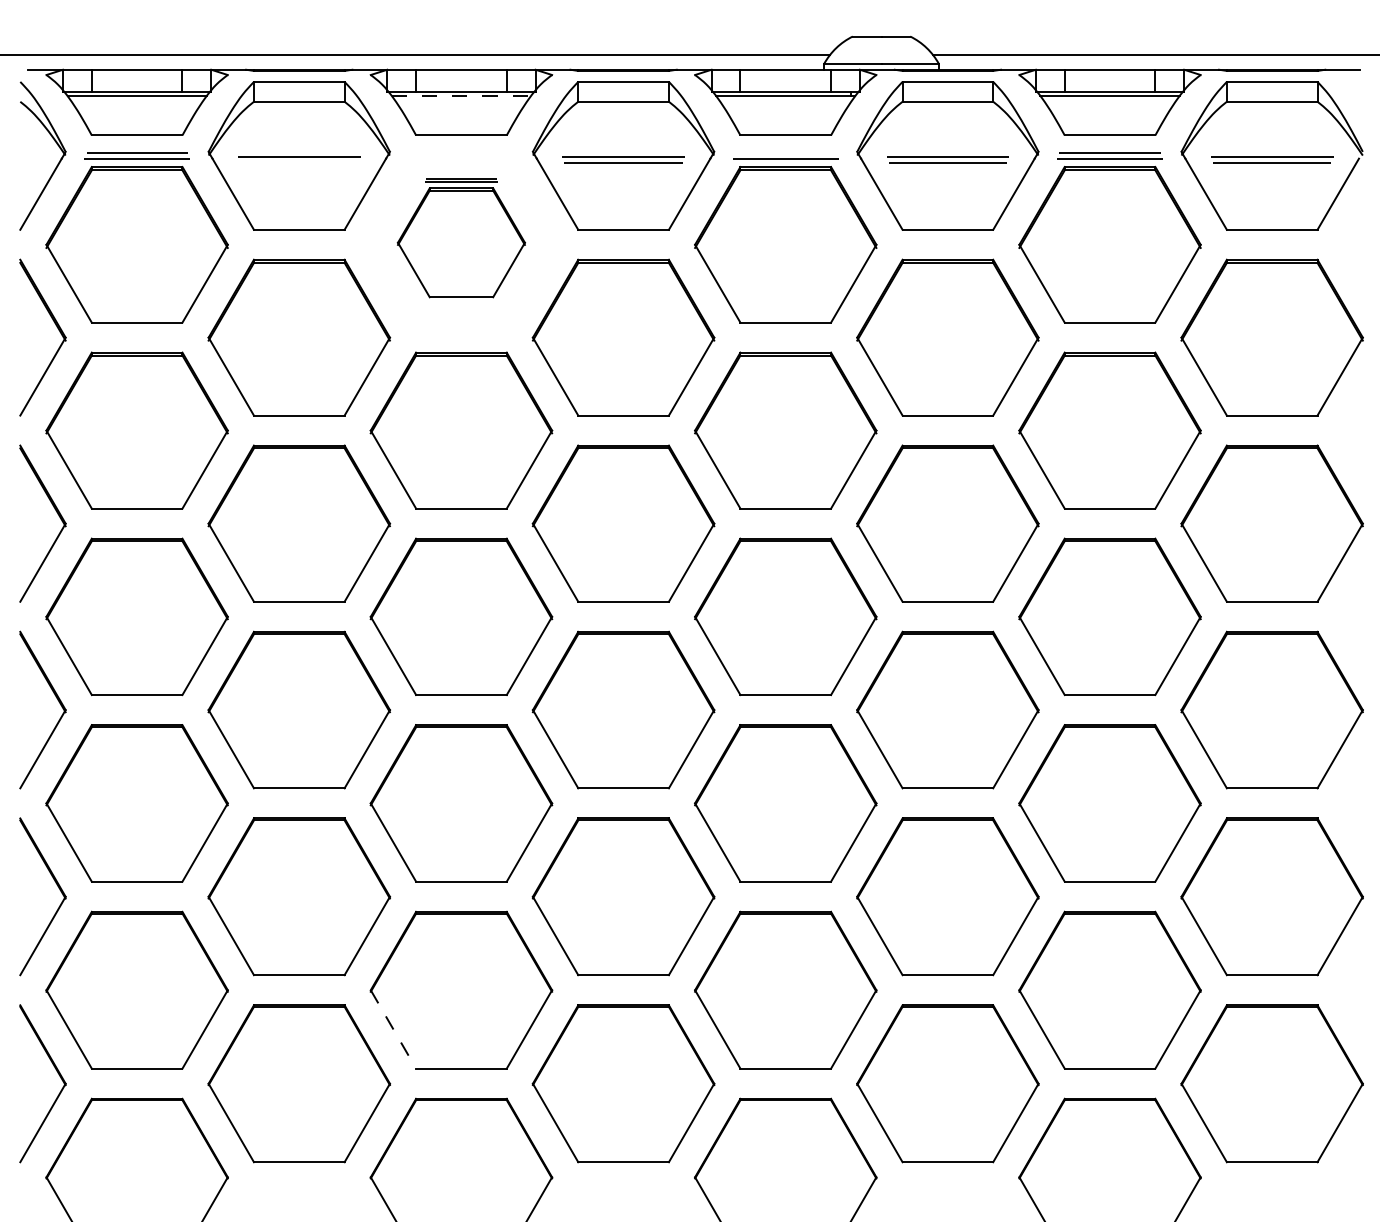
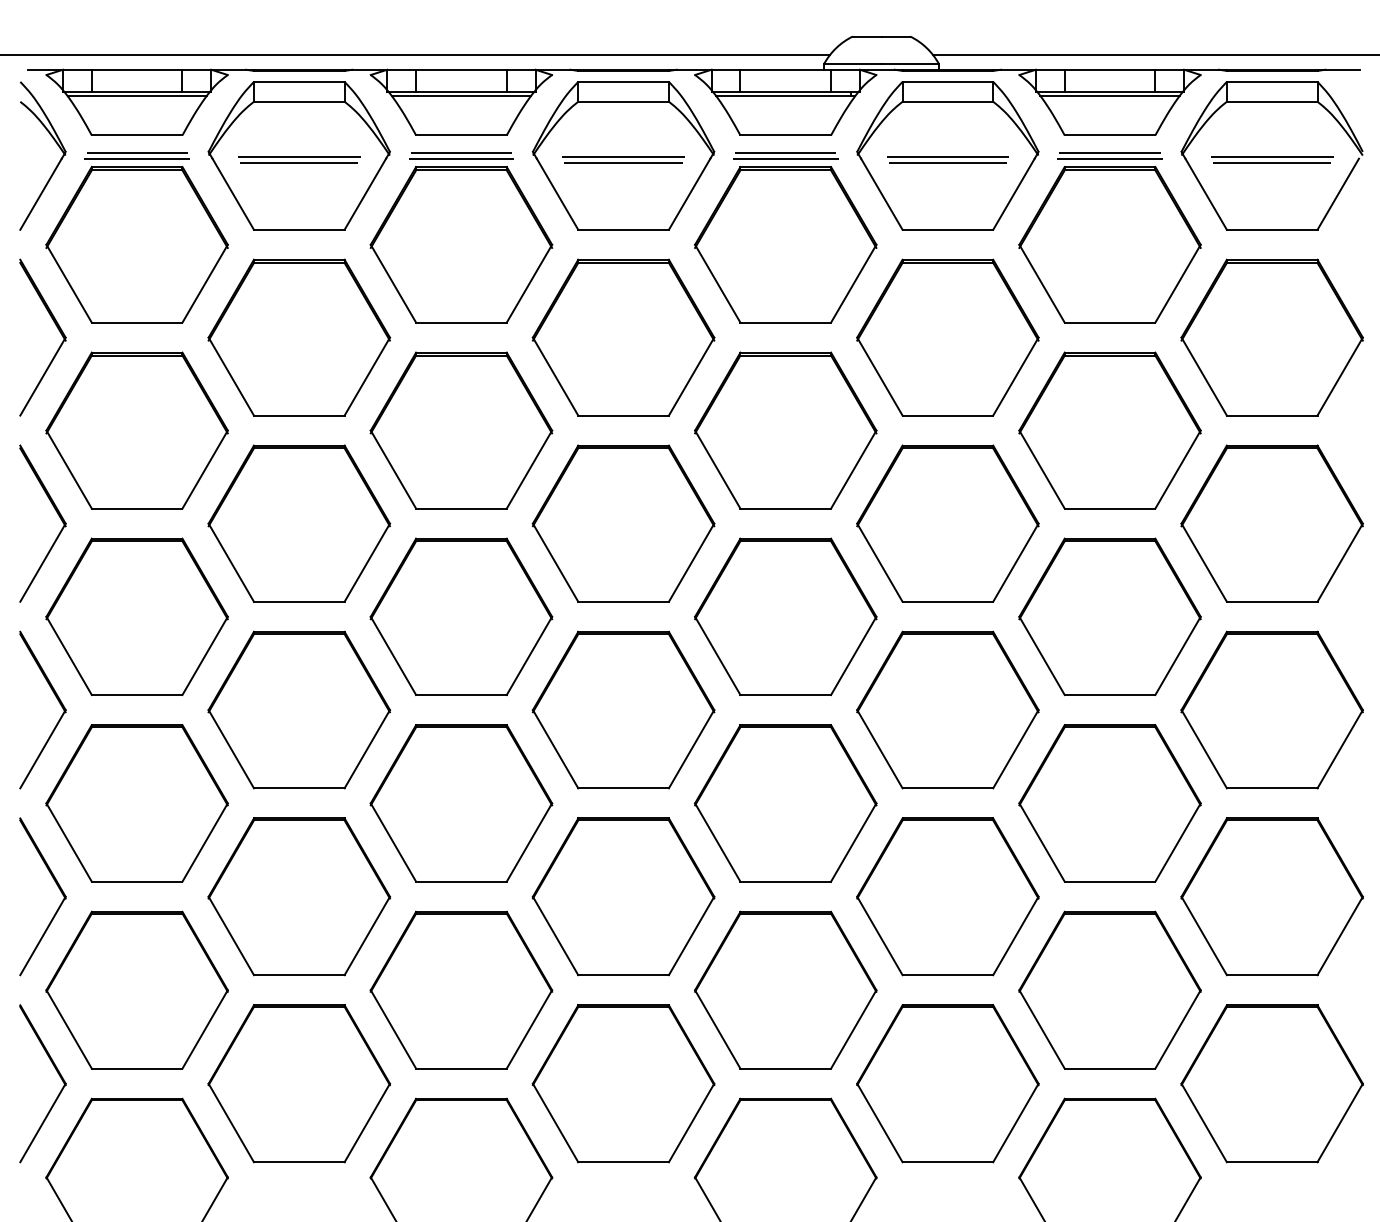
line at (461, 96): dashed -> solid
line at (785, 153): none -> present
line at (299, 162): none -> present
part at (460, 238) size: 130x121 px -> 185x172 px
line at (393, 1029): dashed -> solid
